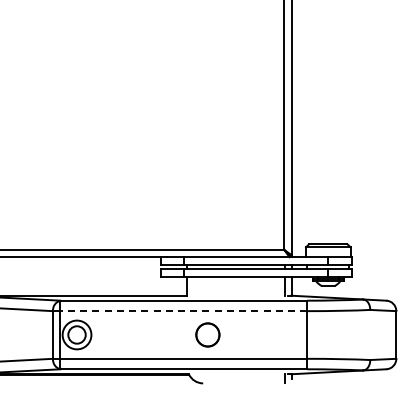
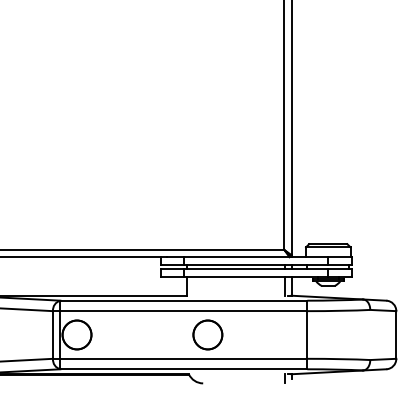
line at (183, 311): dashed -> solid
circle at (76, 334) diameter: 17 px -> 29 px
circle at (207, 334) size: 26x26 px -> 32x32 px
